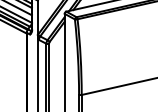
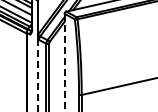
line at (64, 62): solid -> dashed
line at (37, 76): solid -> dashed
